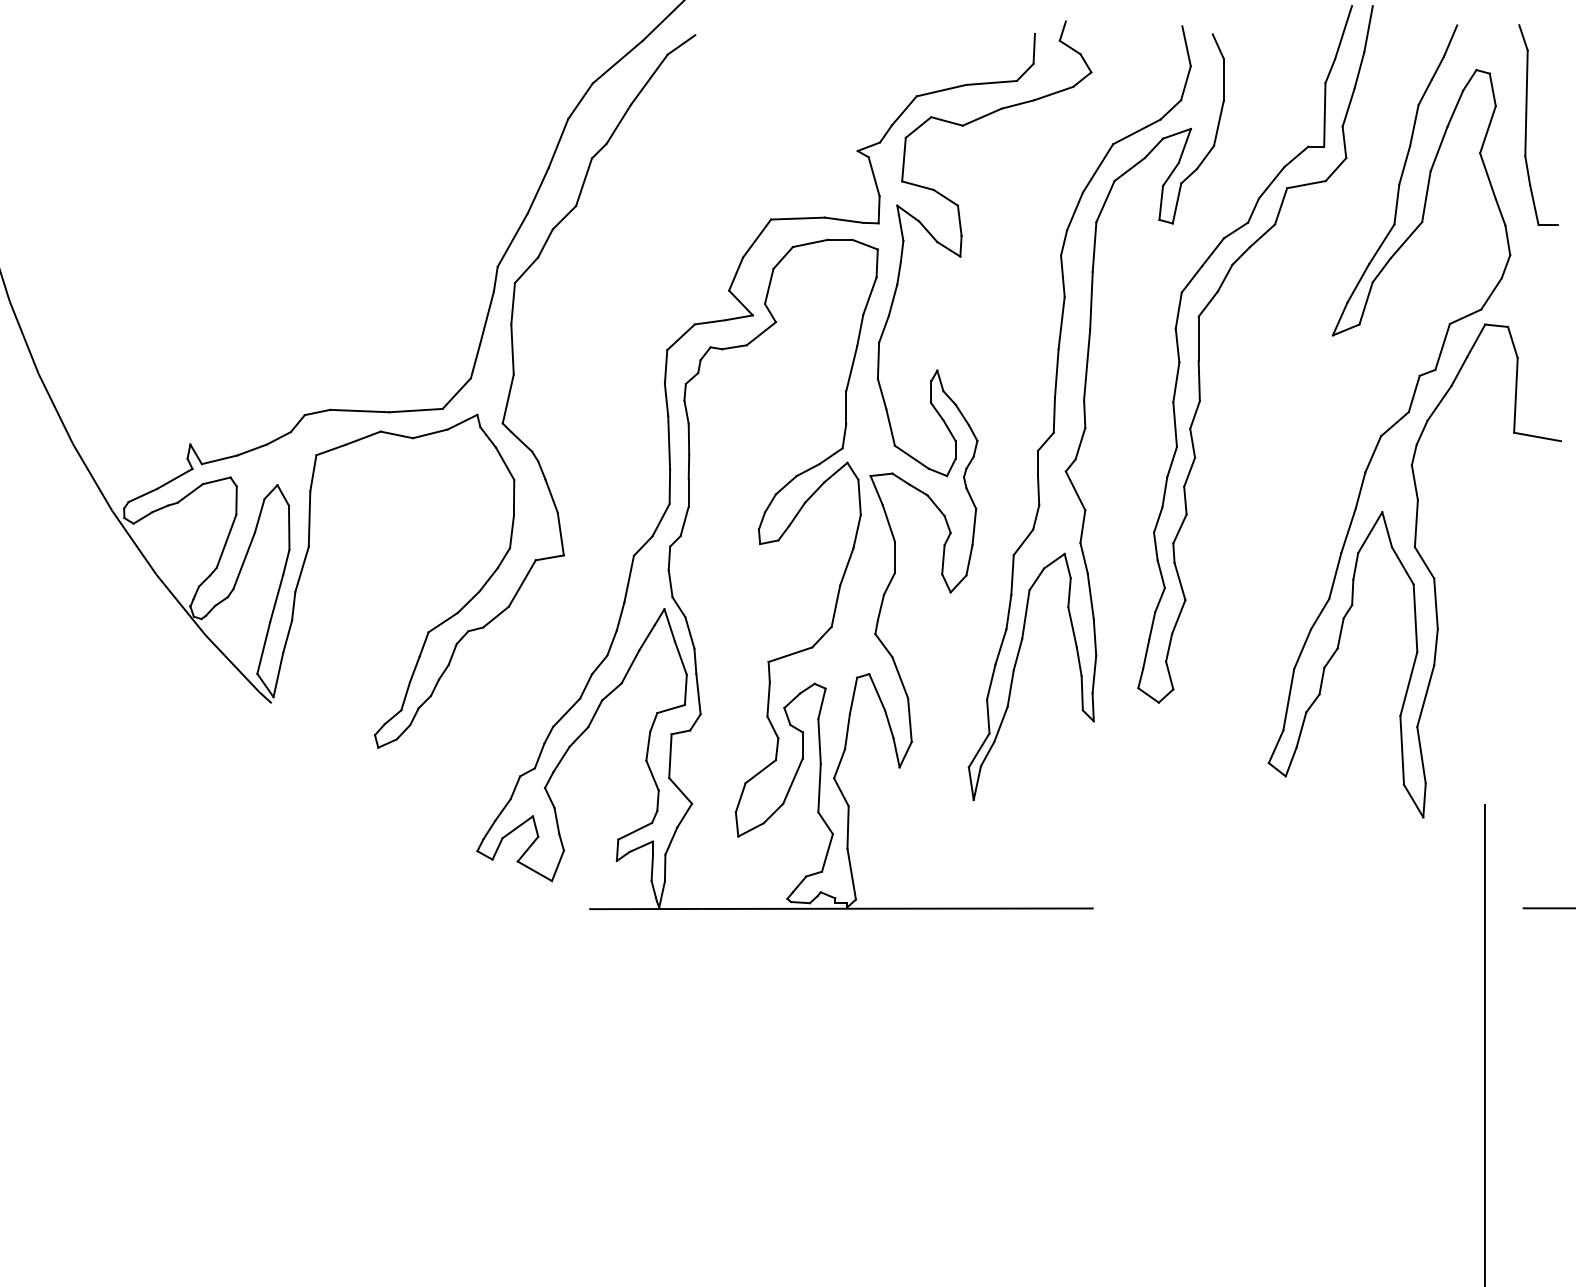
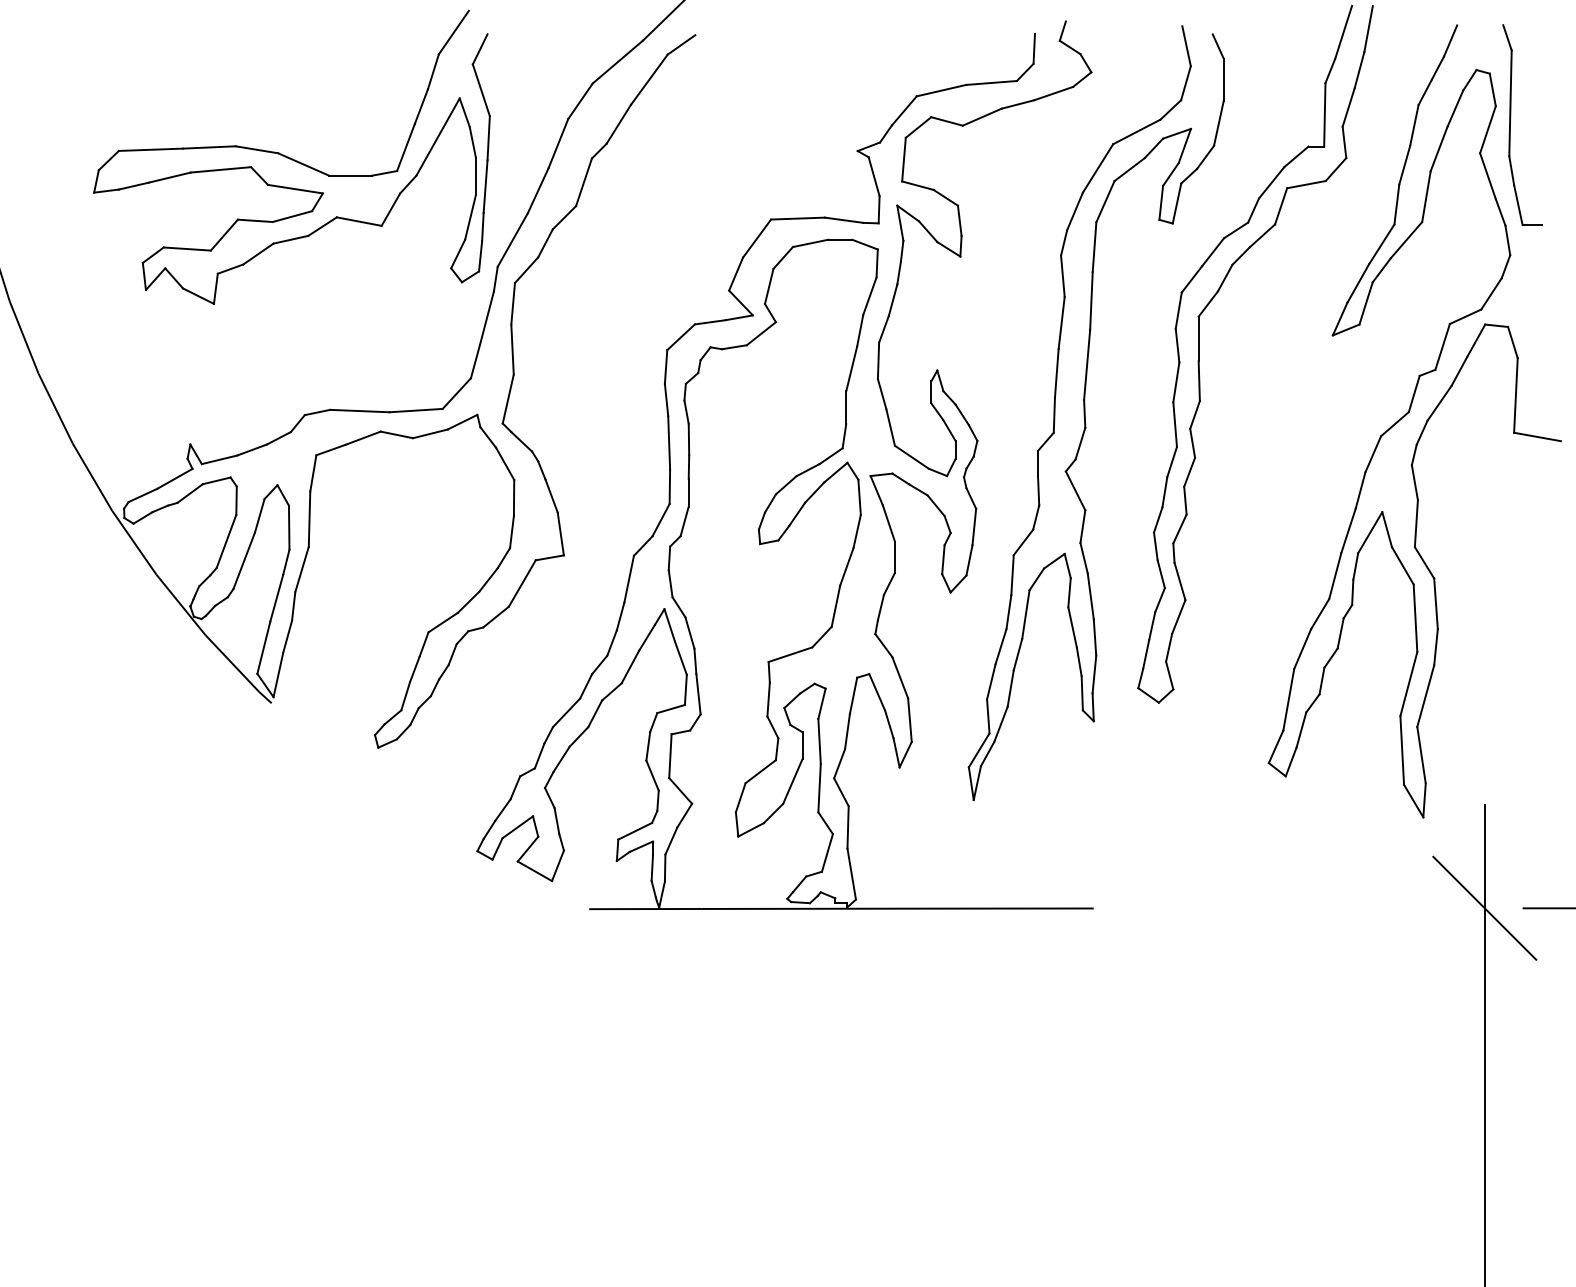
part at (1526, 124) position: (1526, 124) -> (1510, 124)
part at (291, 156): none -> present
line at (1484, 907): none -> present
